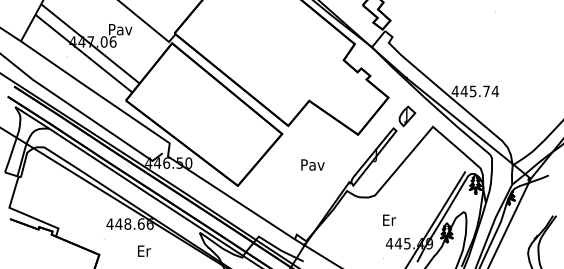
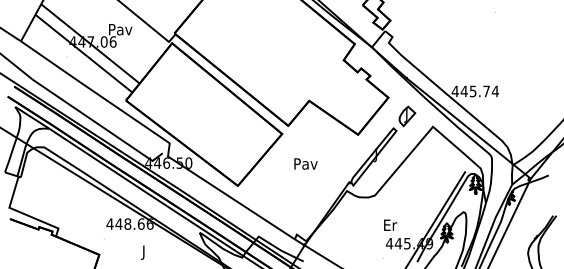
text at (312, 164) position: (312, 164) -> (305, 163)
text at (389, 219) position: (389, 219) -> (390, 224)
text at (144, 252): Er -> J
